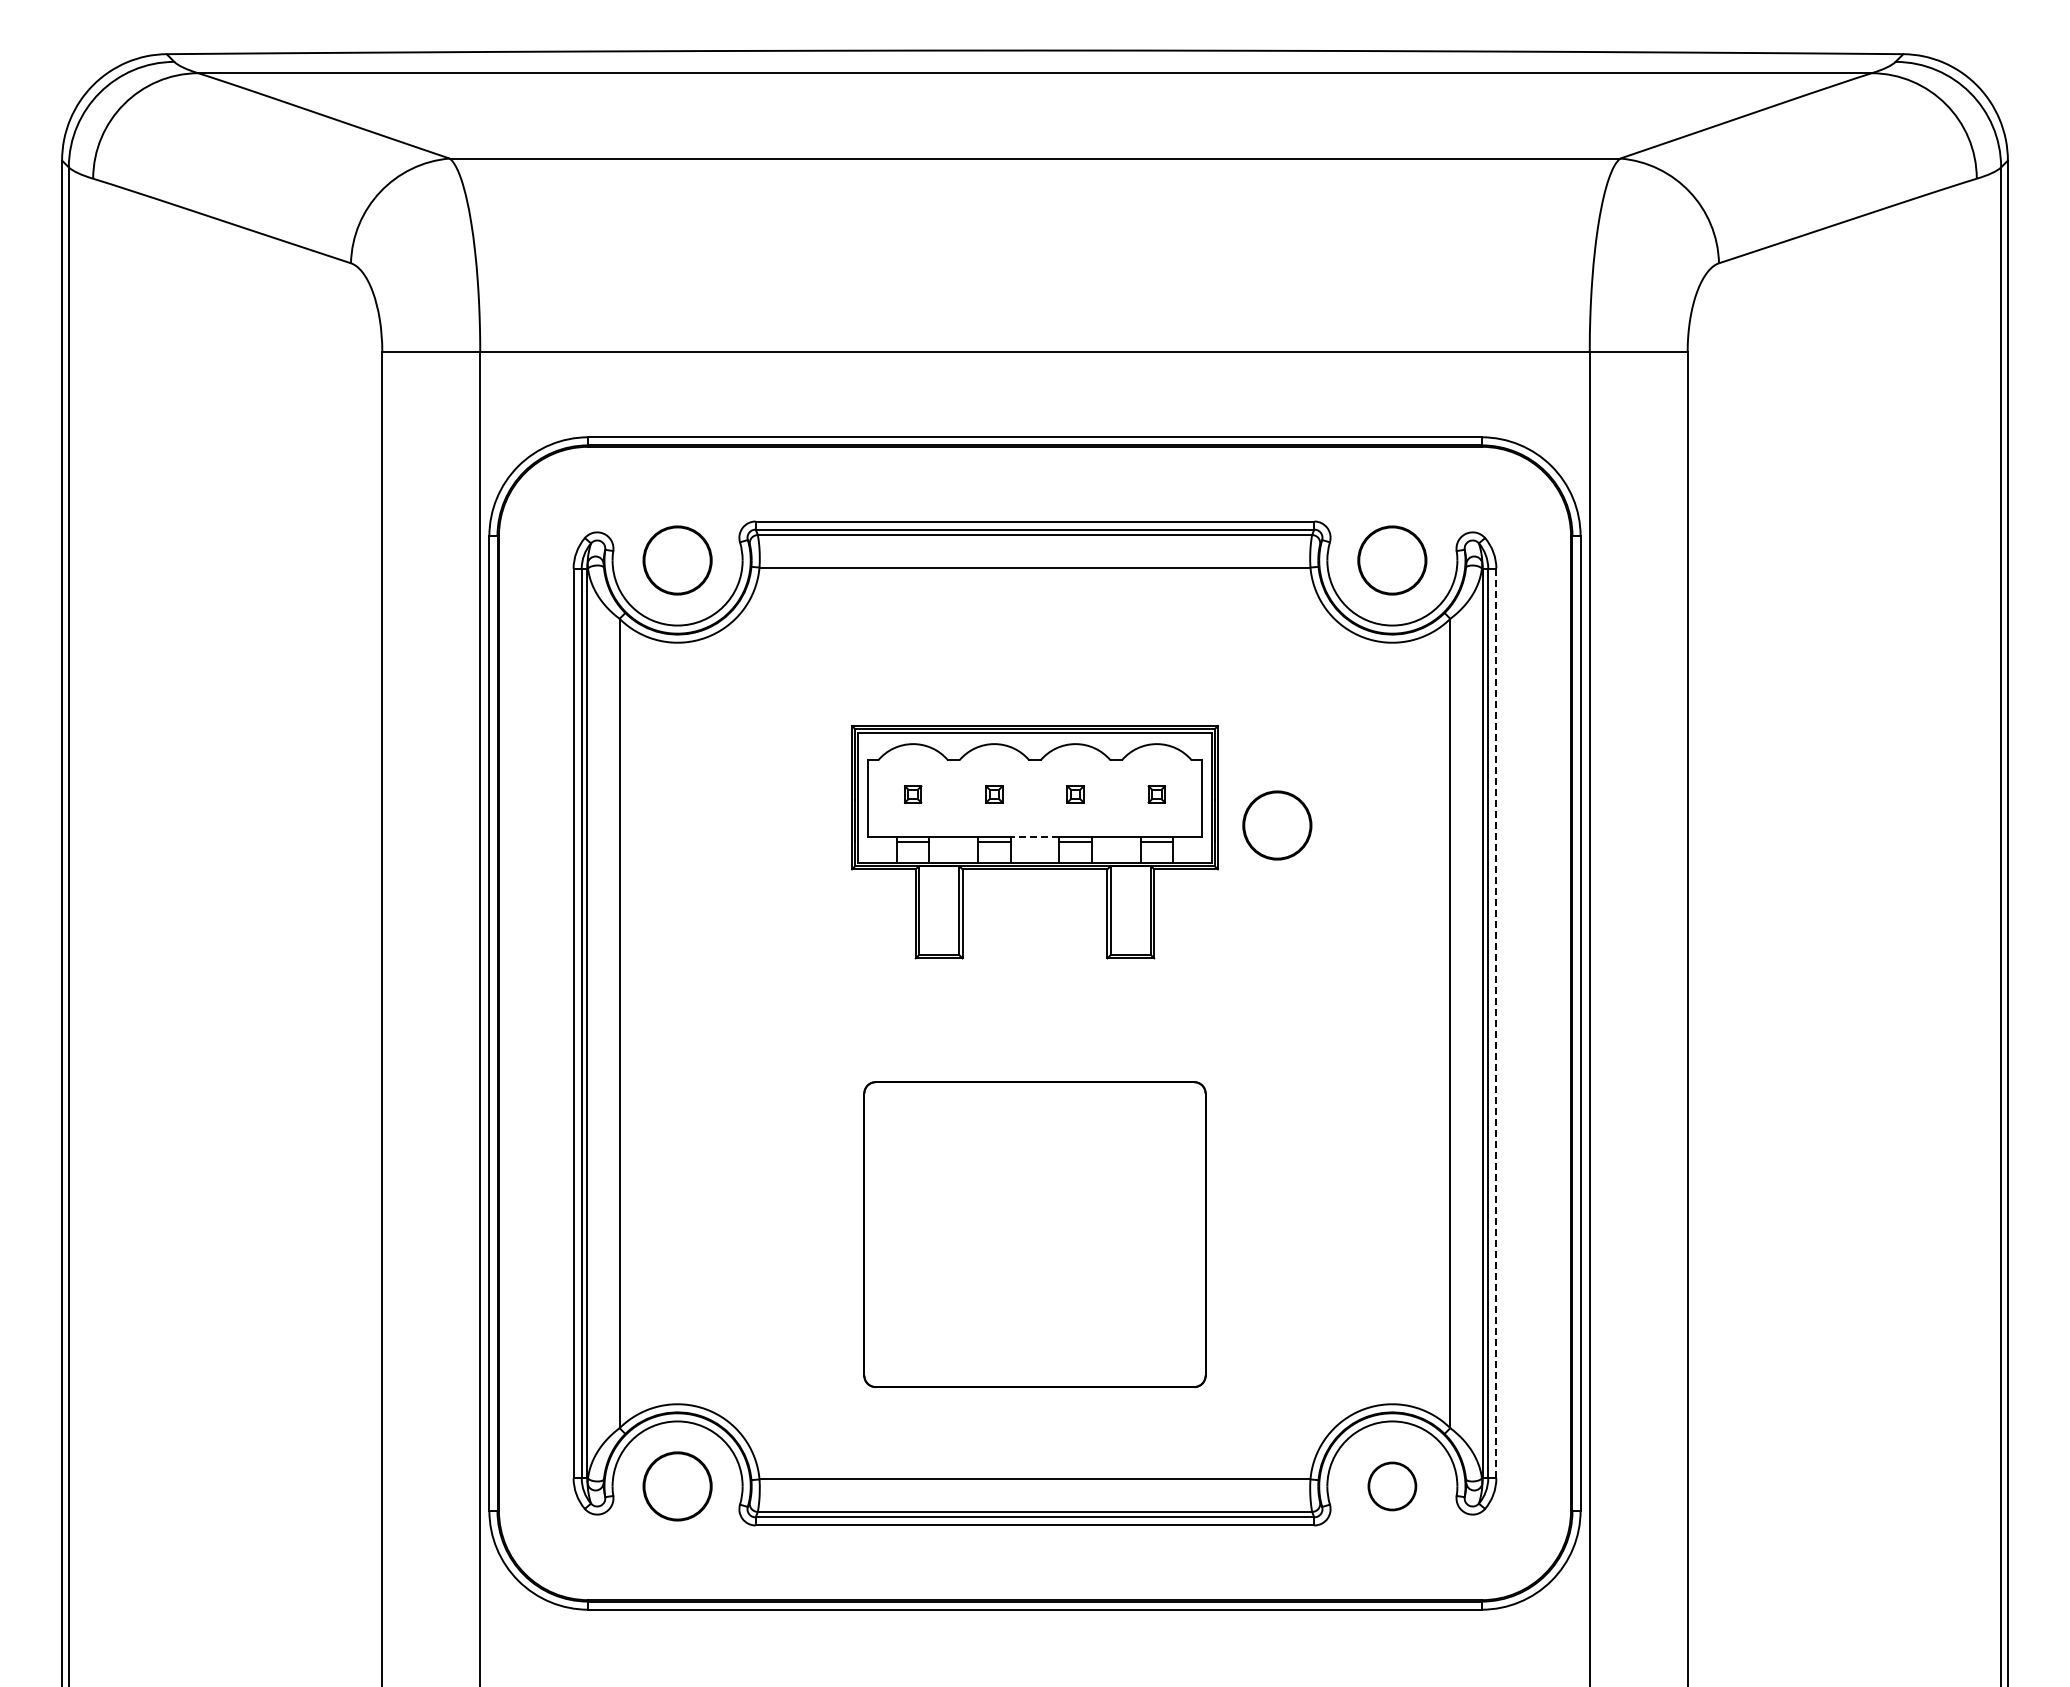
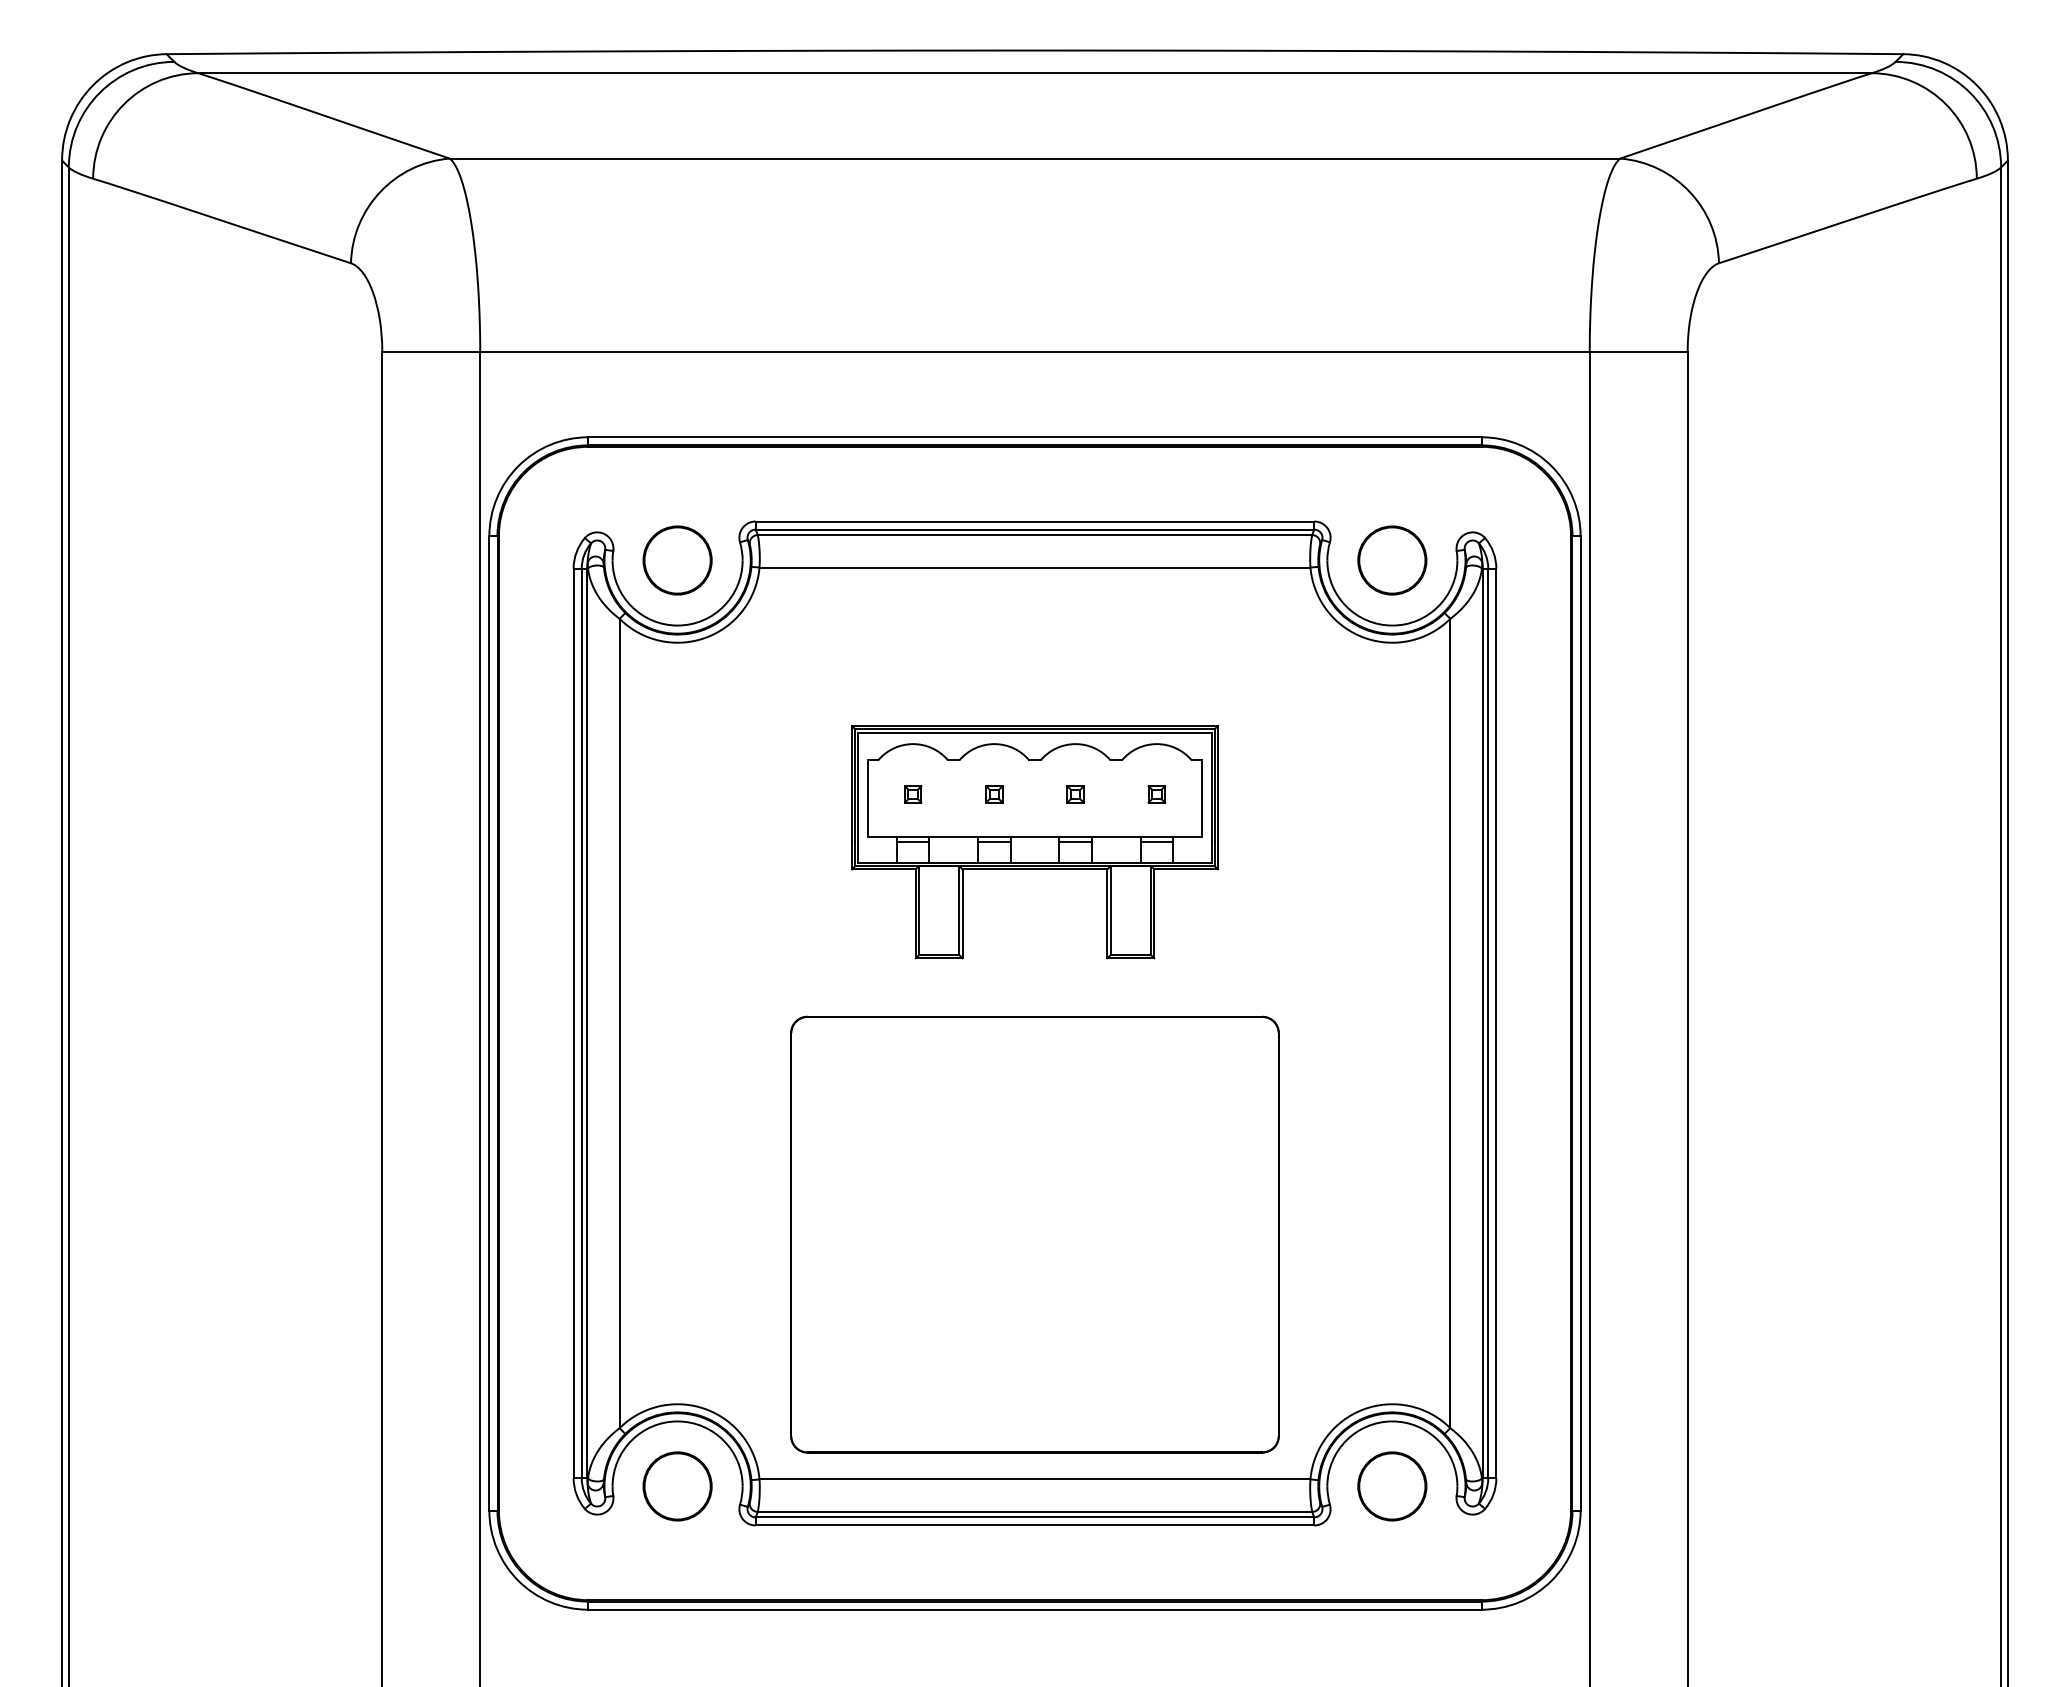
circle at (1277, 825): present -> none
line at (1034, 836): dashed -> solid
line at (1496, 1023): dashed -> solid
part at (1034, 1234) size: 344x307 px -> 490x439 px
circle at (1392, 1486) size: 51x51 px -> 71x71 px
